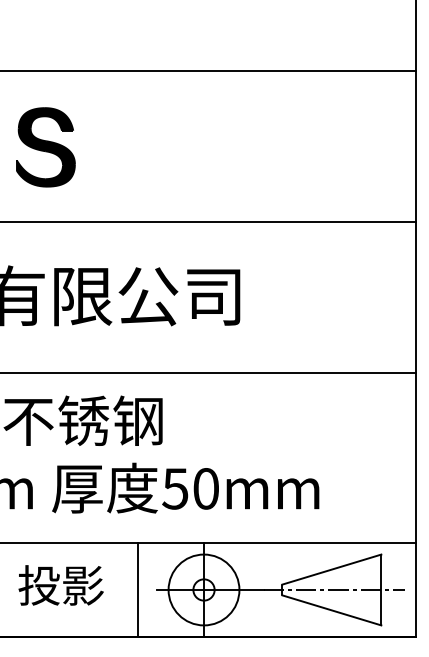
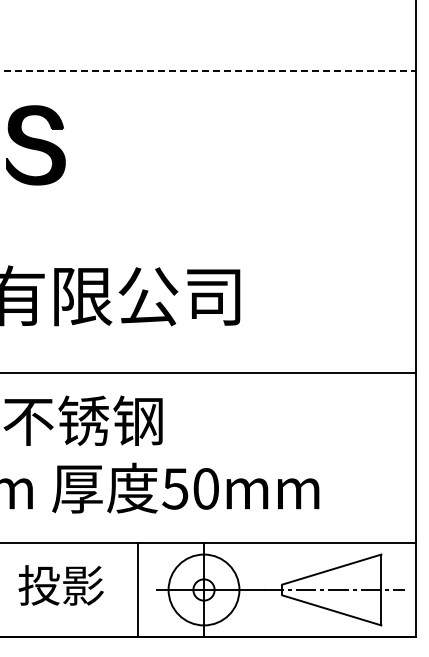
line at (208, 70): solid -> dashed
part at (45, 147) position: (45, 147) -> (35, 145)
line at (208, 221): present -> none
